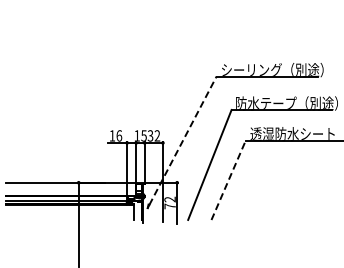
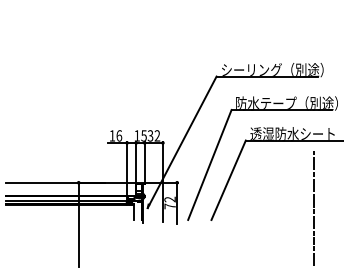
line at (183, 140): dashed -> solid
line at (228, 179): dashed -> solid
line at (313, 207): none -> present
